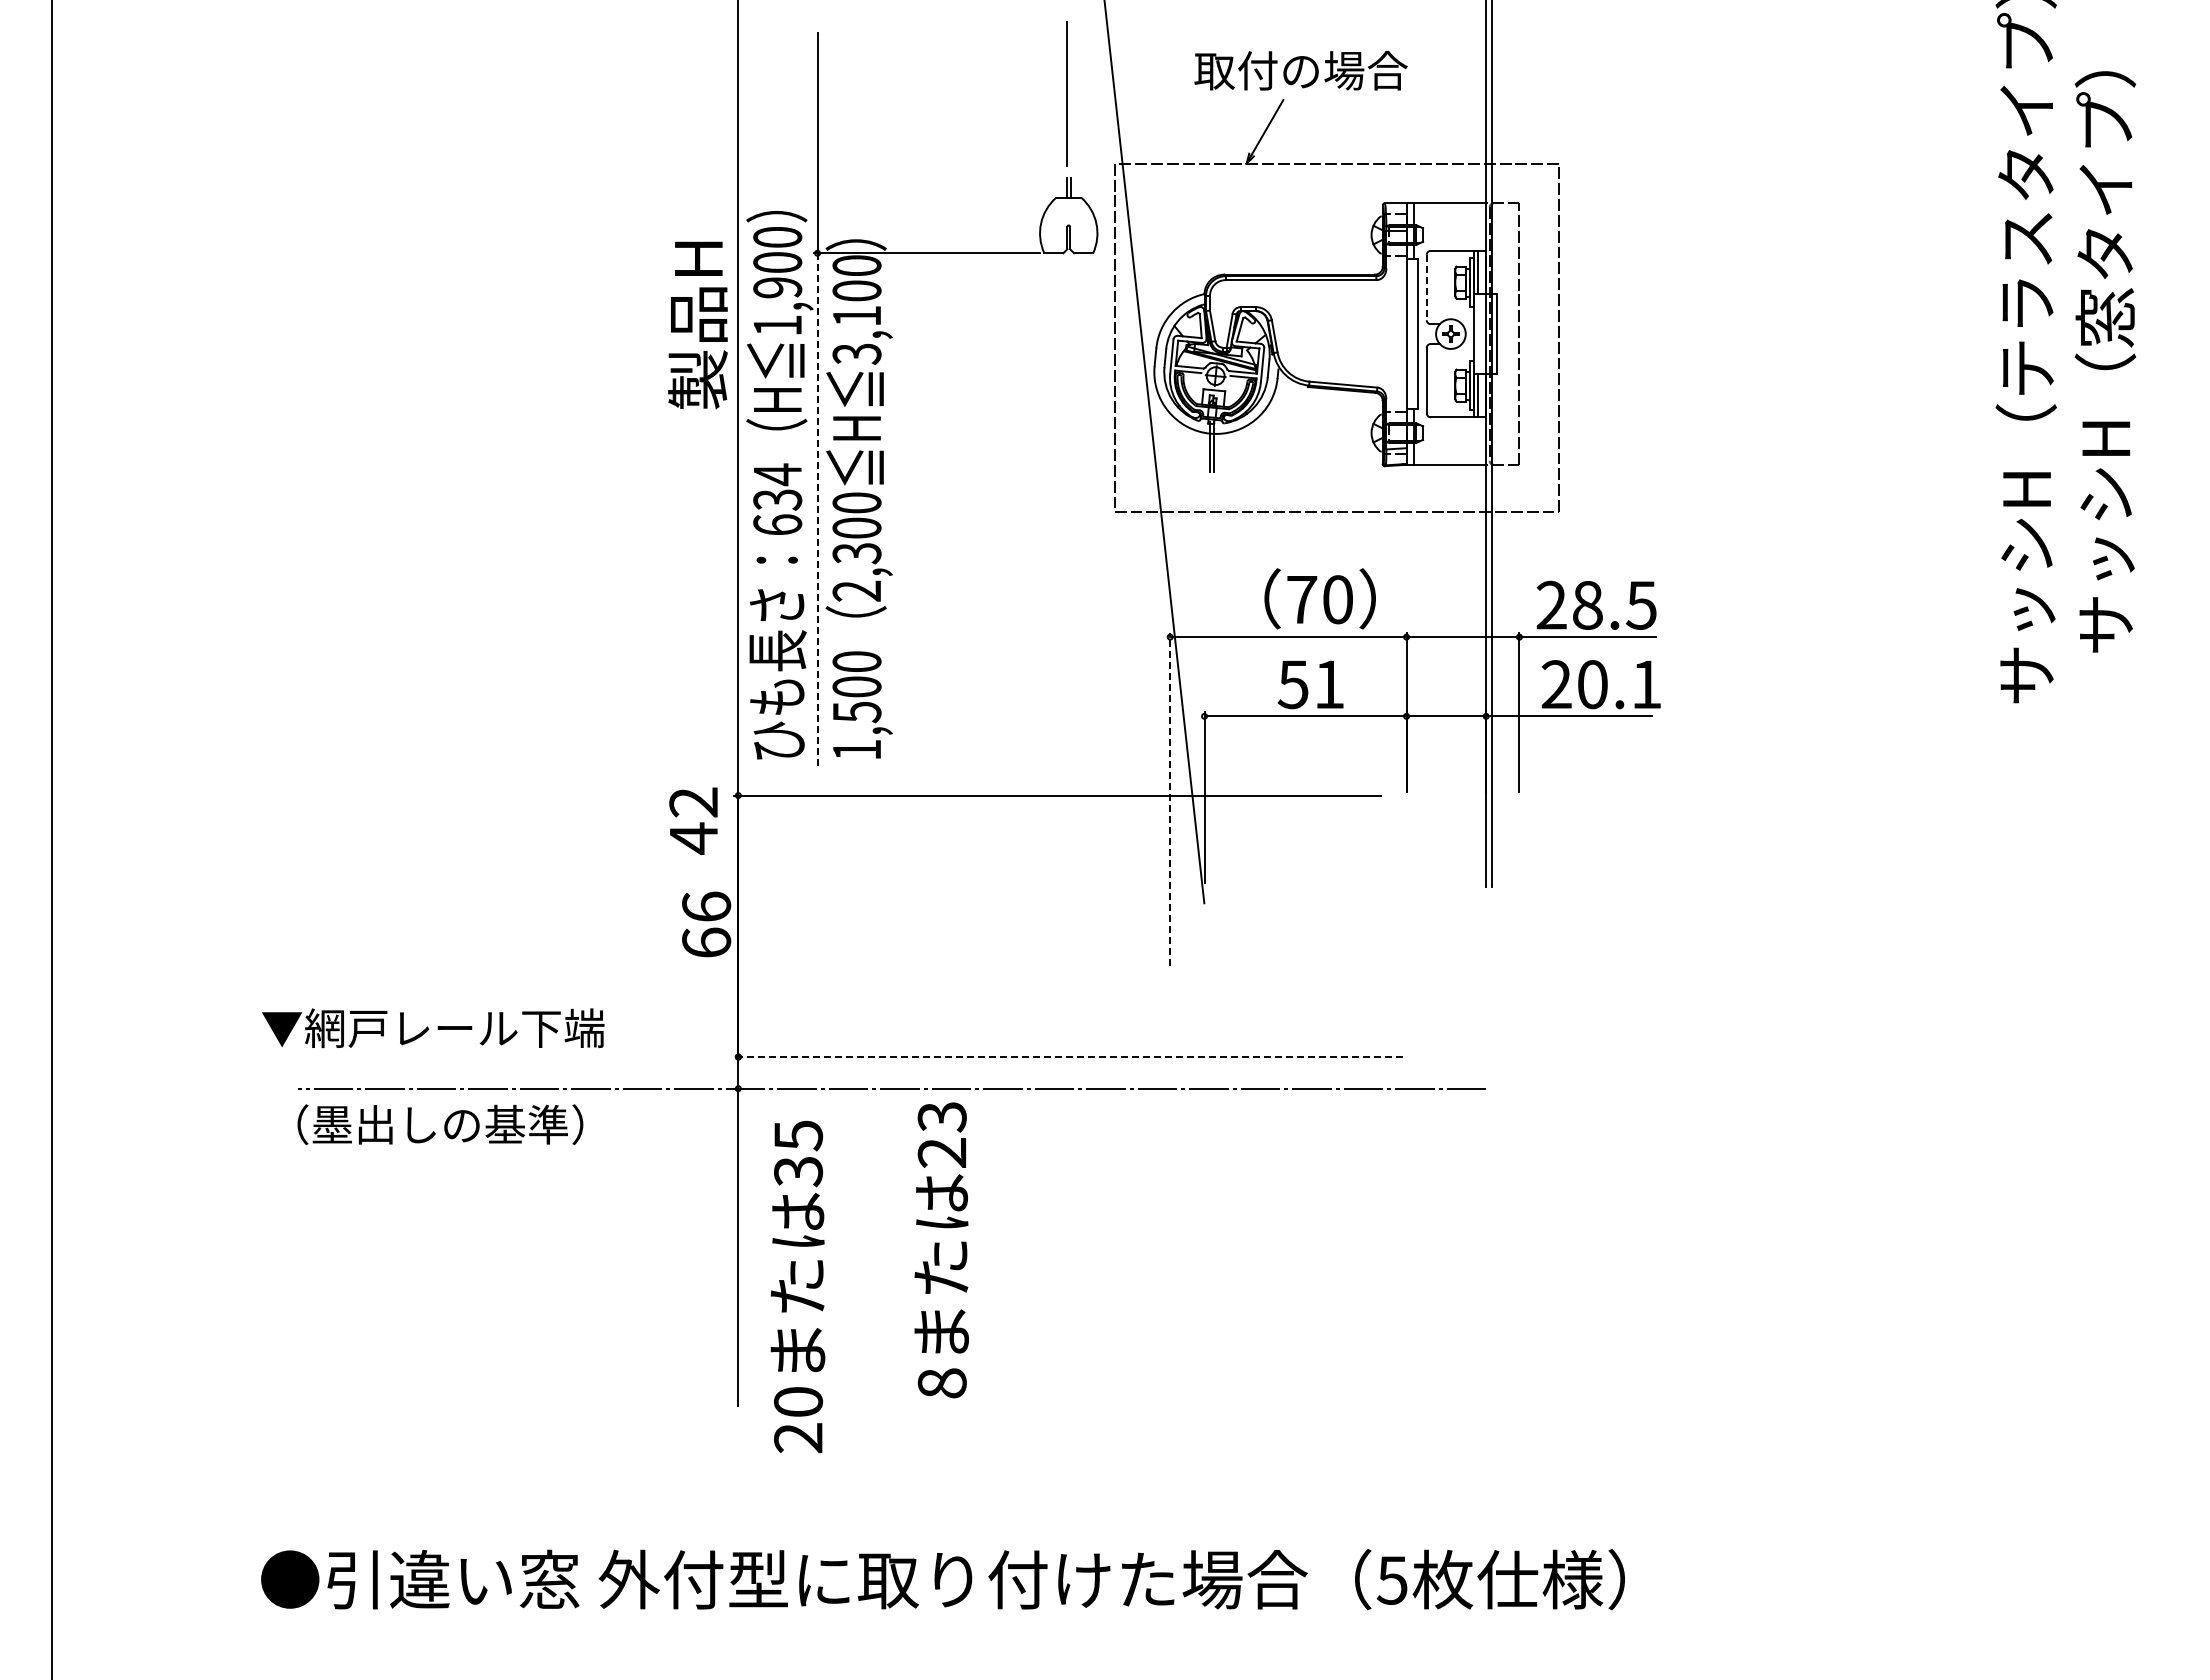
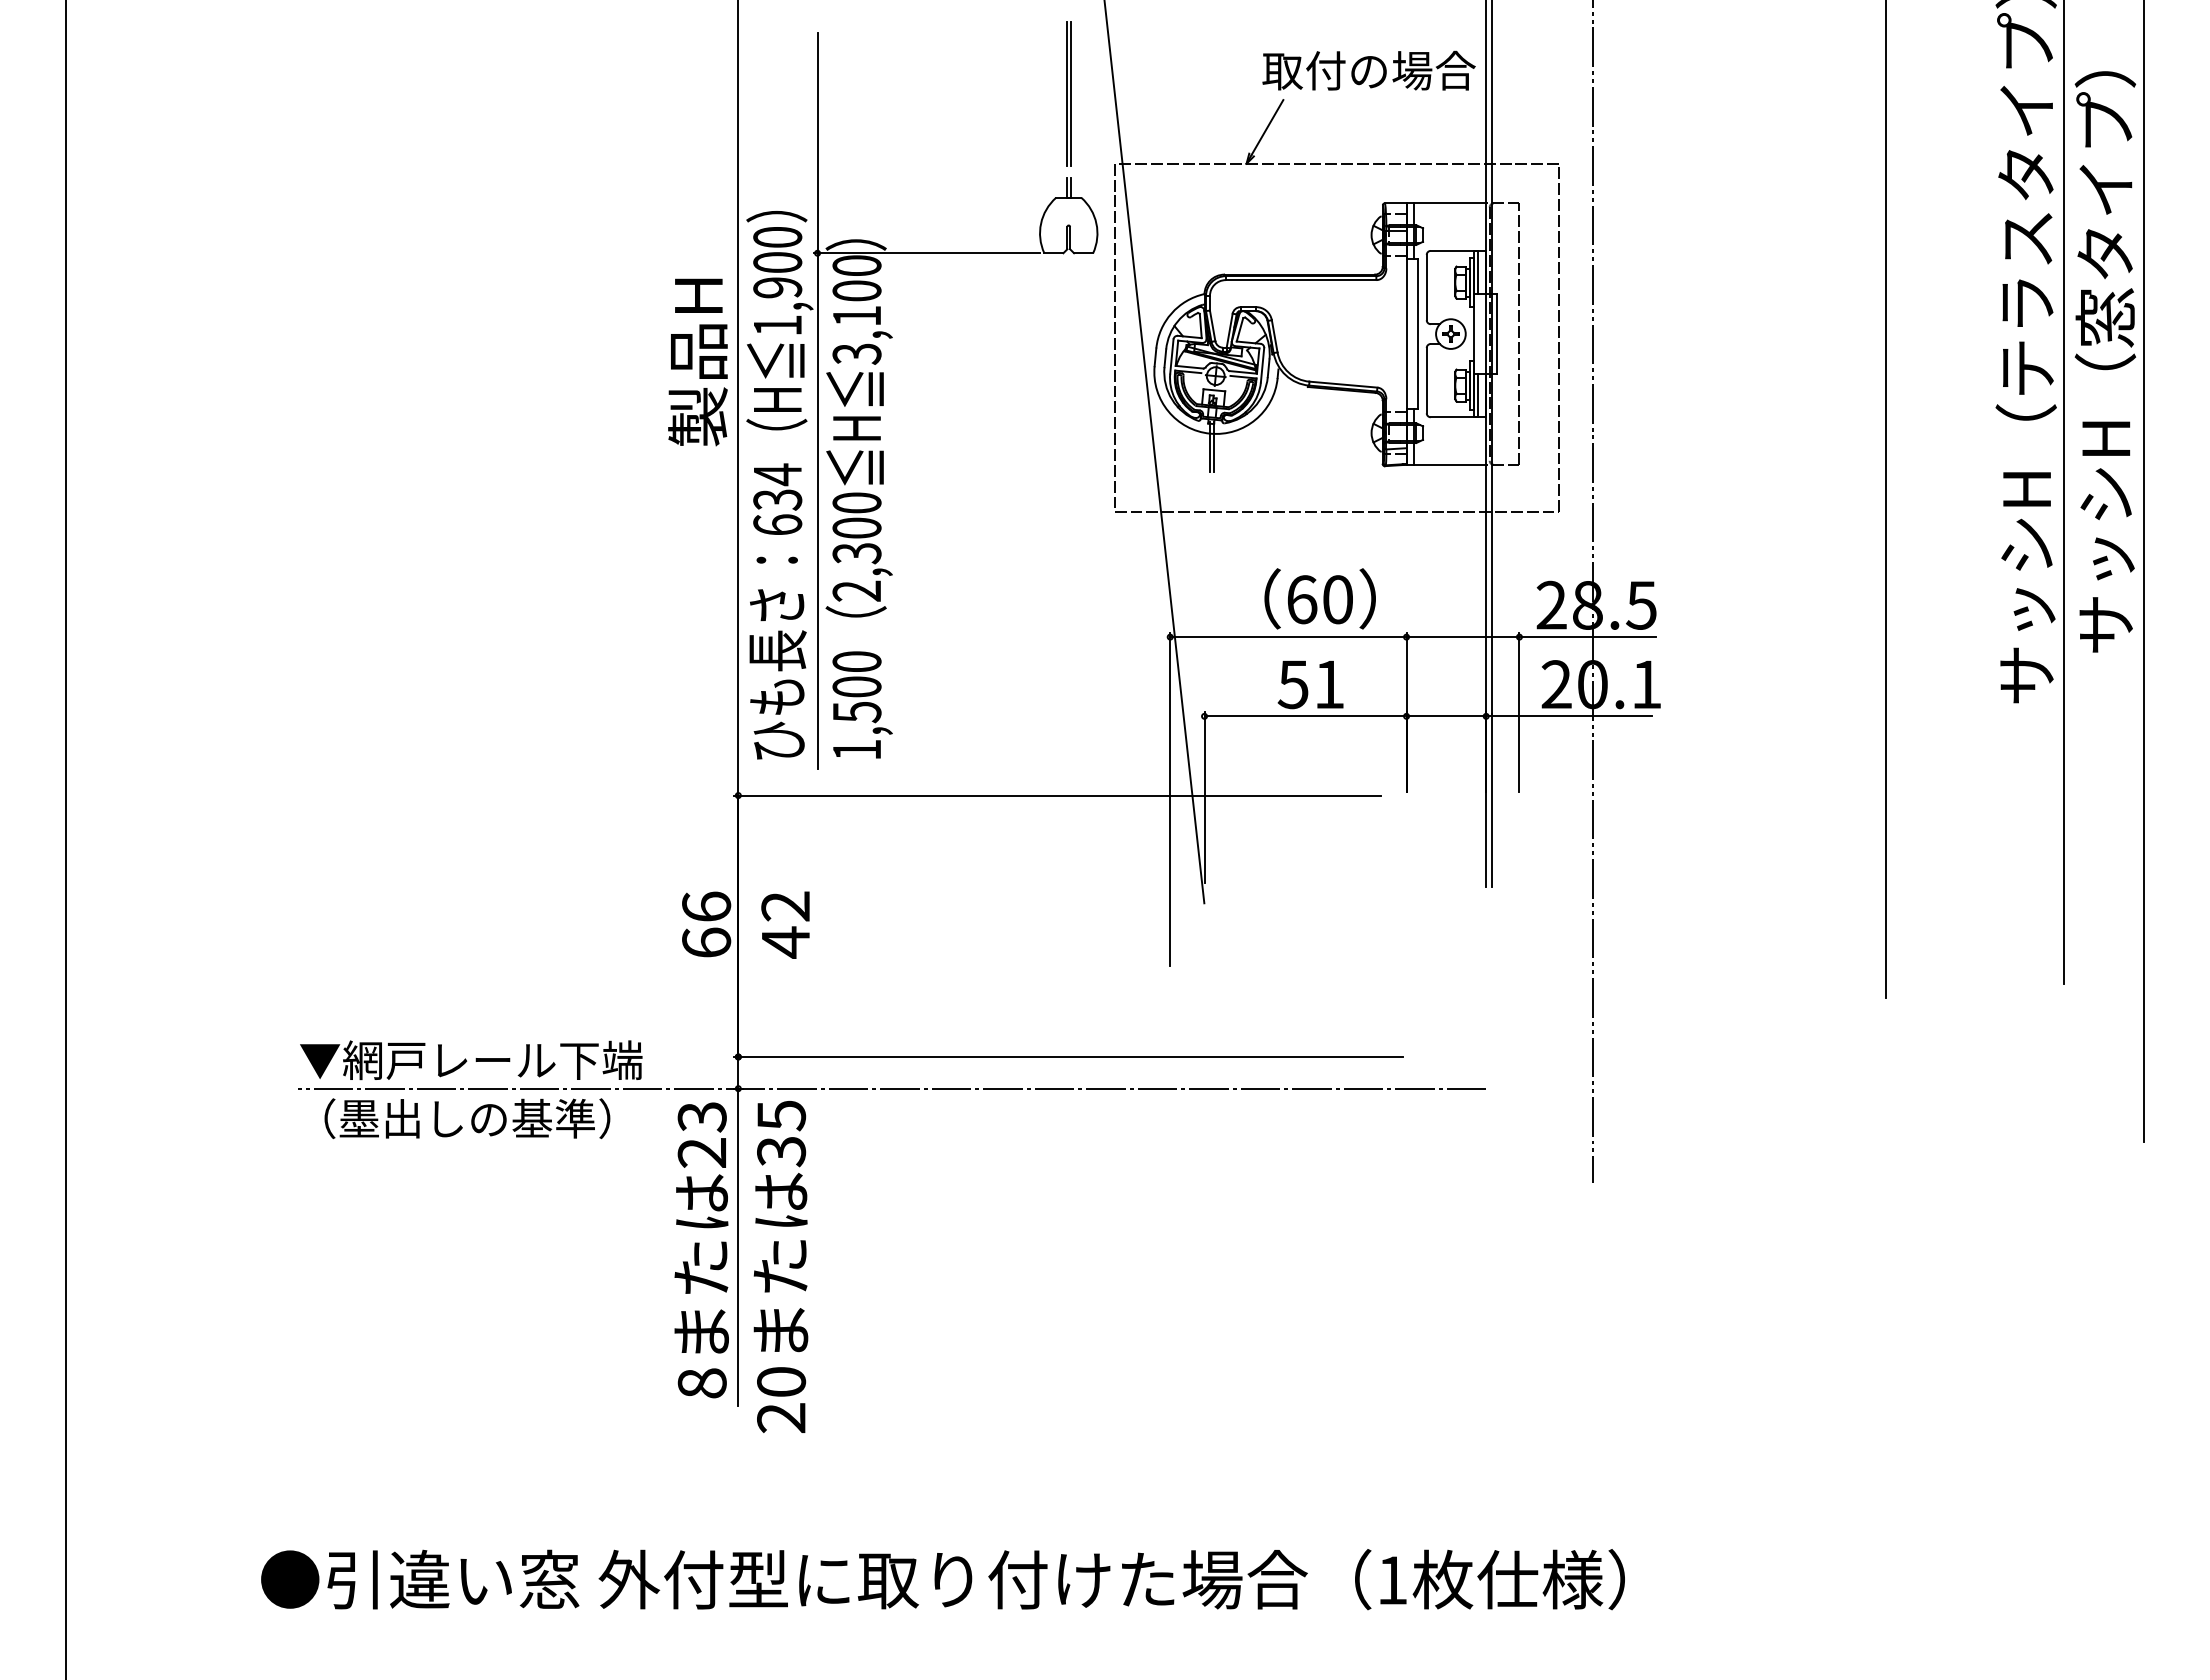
text at (1300, 70) position: (1300, 70) -> (1368, 70)
line at (1070, 94): none -> present
line at (1426, 287): dashed -> solid
text at (697, 325) position: (697, 325) -> (697, 362)
line at (2064, 492): none -> present
line at (1886, 499): none -> present
line at (817, 511): dashed -> solid
line at (2143, 572): none -> present
line at (1593, 592): none -> present
text at (1302, 599): 70 -> 60
line at (1170, 799): dashed -> solid
text at (693, 820) position: (693, 820) -> (785, 924)
line at (52, 839) position: (52, 839) -> (66, 839)
text at (433, 1028) position: (433, 1028) -> (471, 1060)
line at (1067, 1056): dashed -> solid
text at (440, 1124) position: (440, 1124) -> (467, 1118)
text at (941, 1250) position: (941, 1250) -> (701, 1250)
text at (797, 1286) position: (797, 1286) -> (780, 1266)
text at (1391, 1580): 5 -> 1
